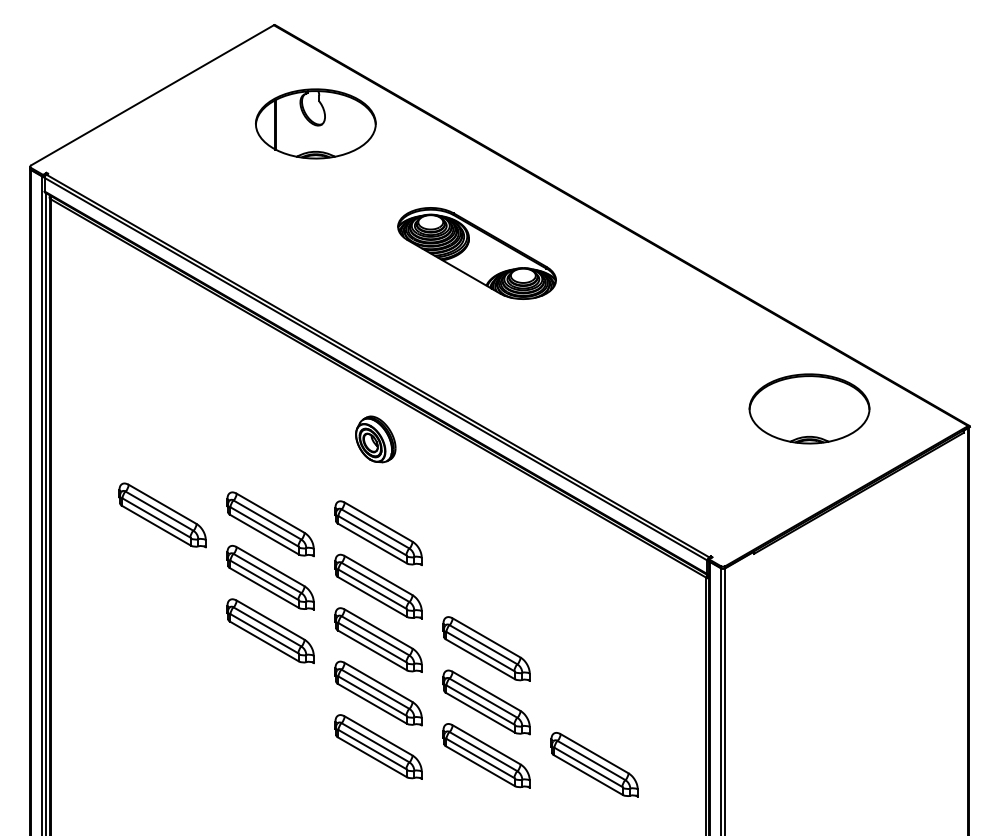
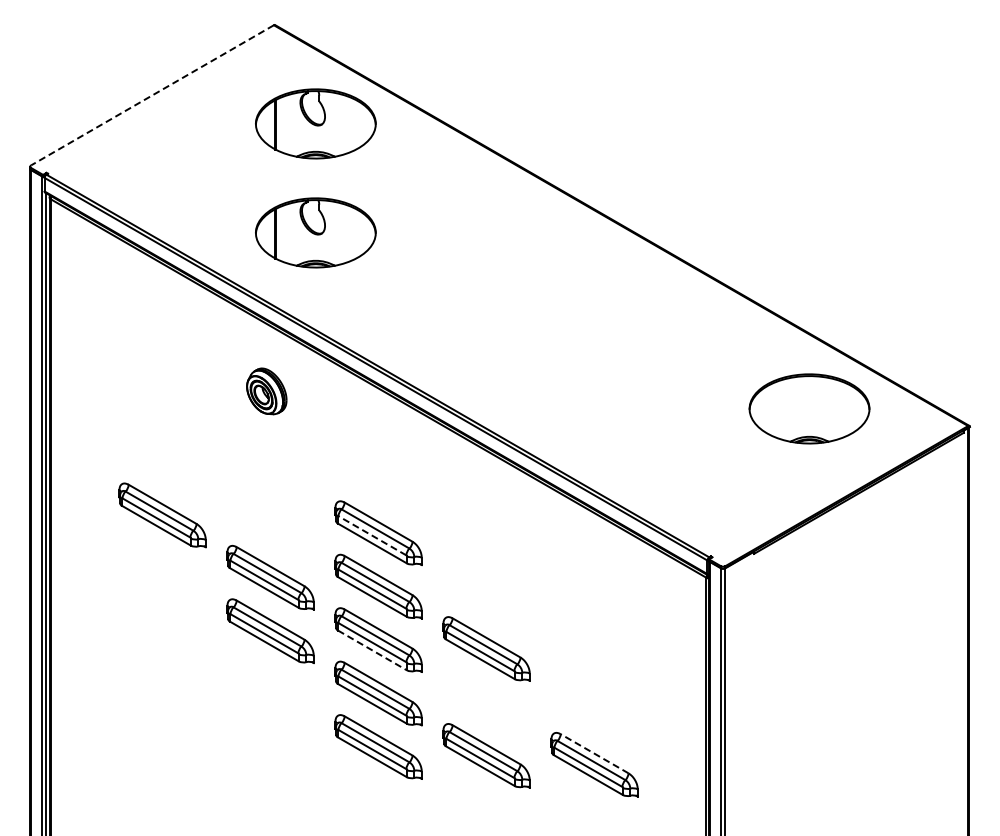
line at (152, 95): solid -> dashed
part at (315, 232): none -> present
part at (476, 253): present -> none
part at (375, 439) position: (375, 439) -> (266, 391)
part at (270, 524): present -> none
line at (372, 535): solid -> dashed
line at (372, 650): solid -> dashed
part at (486, 702): present -> none
line at (594, 753): solid -> dashed
